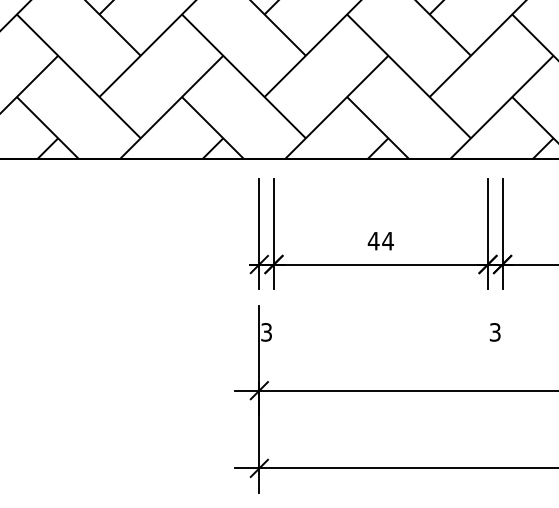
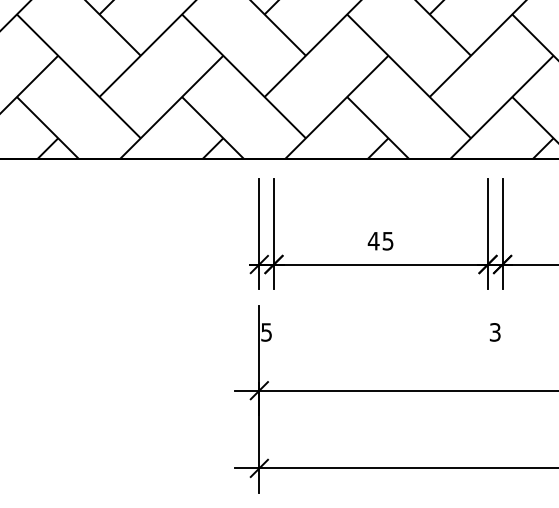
text at (387, 241): 44 -> 45
text at (266, 331): 3 -> 5
